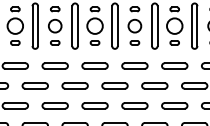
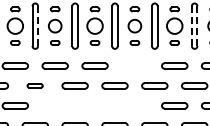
line at (38, 26): solid -> dashed
line at (191, 26): solid -> dashed
line at (197, 26): solid -> dashed
part at (134, 65): present -> none
part at (34, 85) size: 28x8 px -> 18x6 px
part at (54, 105): present -> none
part at (94, 105): present -> none
part at (134, 105): present -> none
